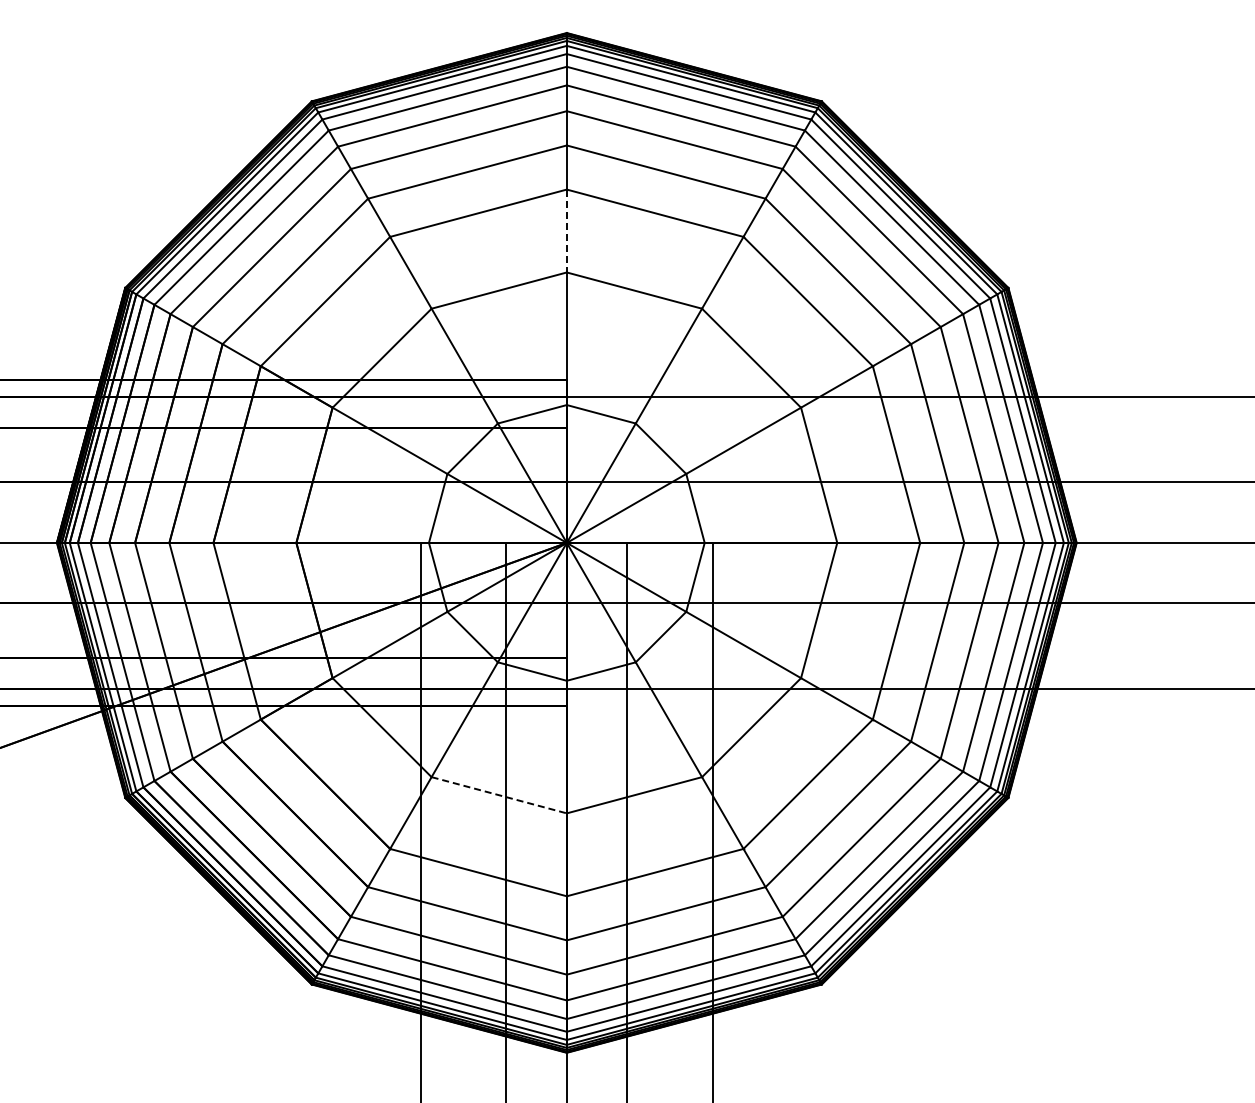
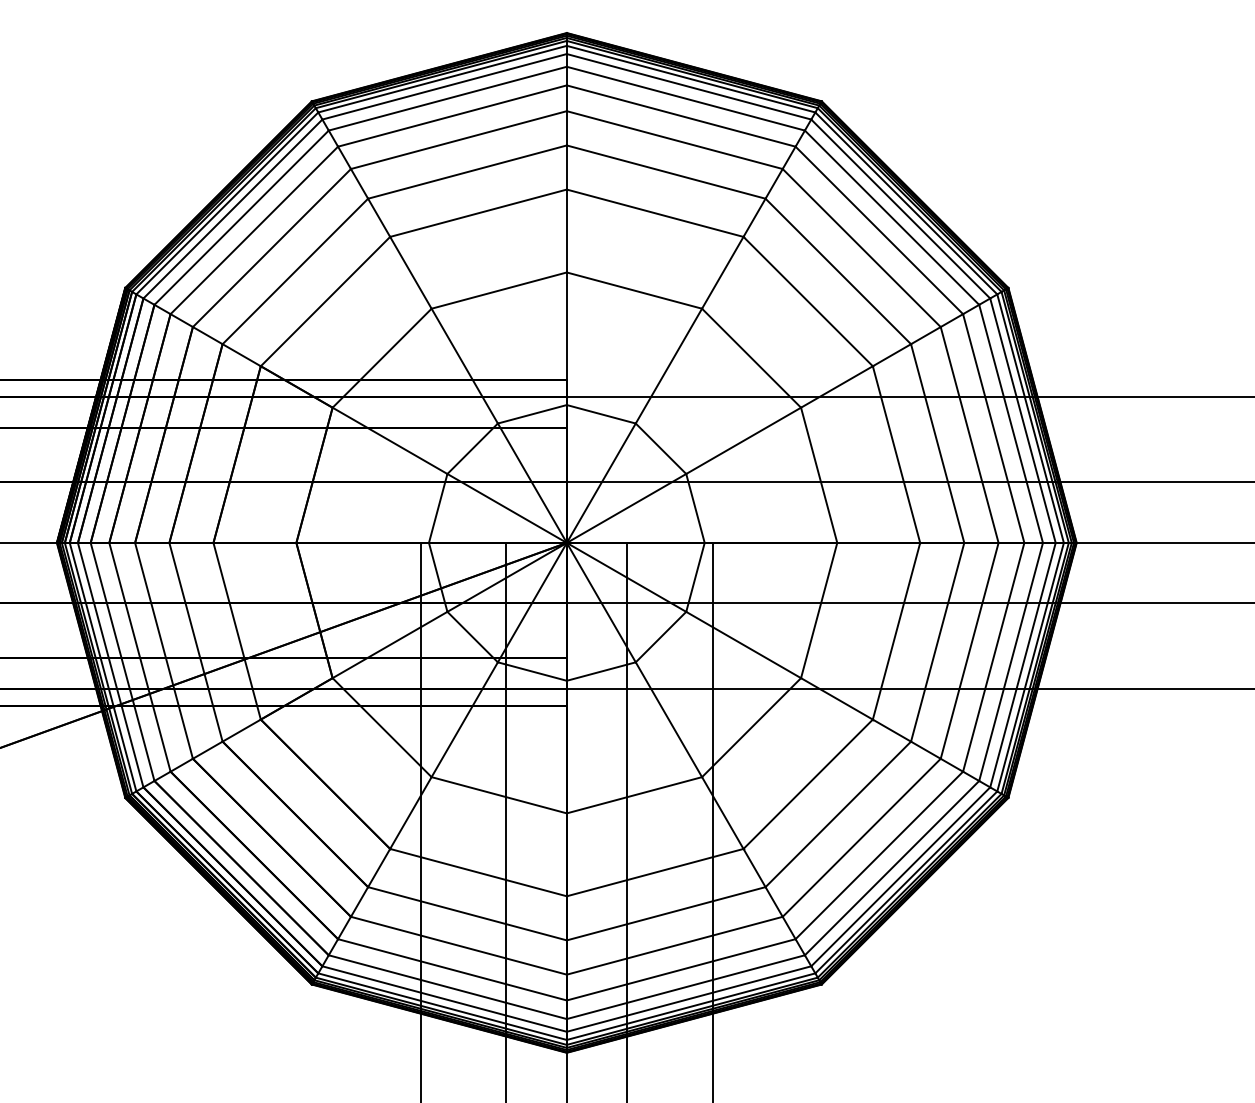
line at (566, 231): dashed -> solid
line at (499, 795): dashed -> solid
